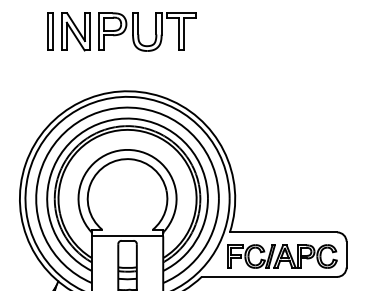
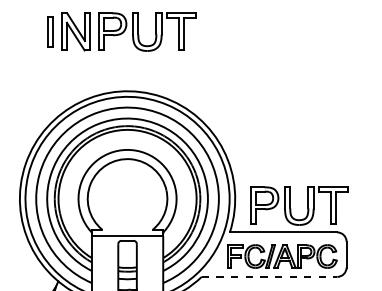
part at (50, 31) size: 7x39 px -> 7x32 px
part at (307, 205): none -> present
line at (269, 276): solid -> dashed
